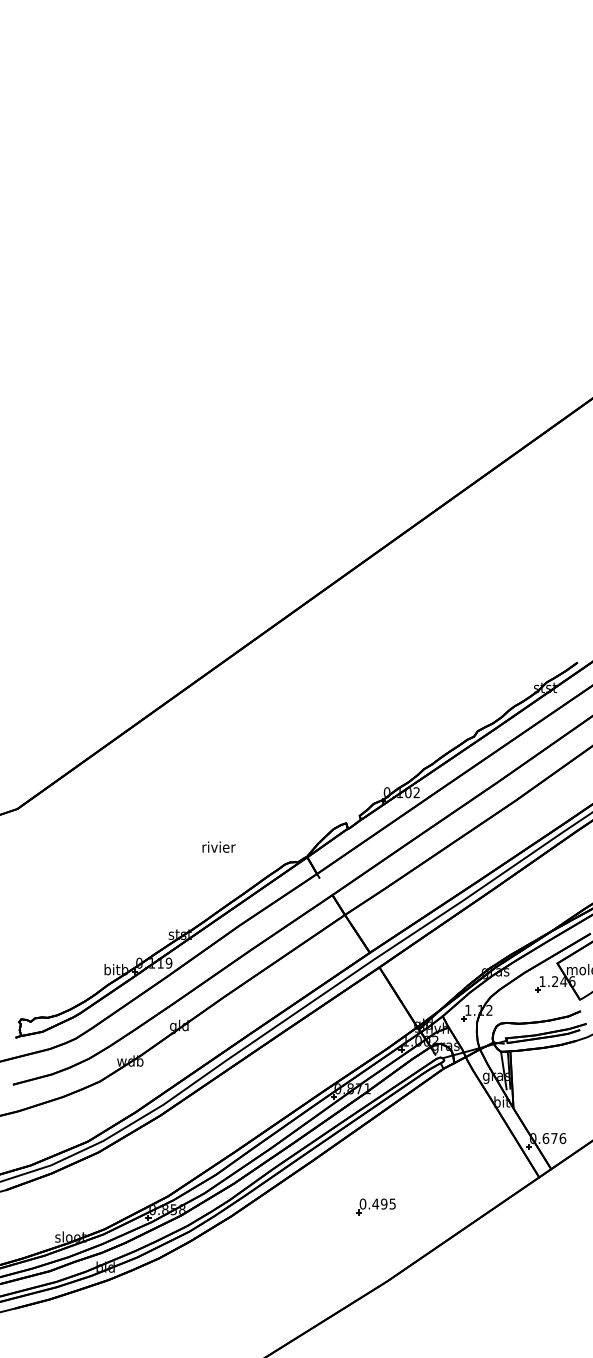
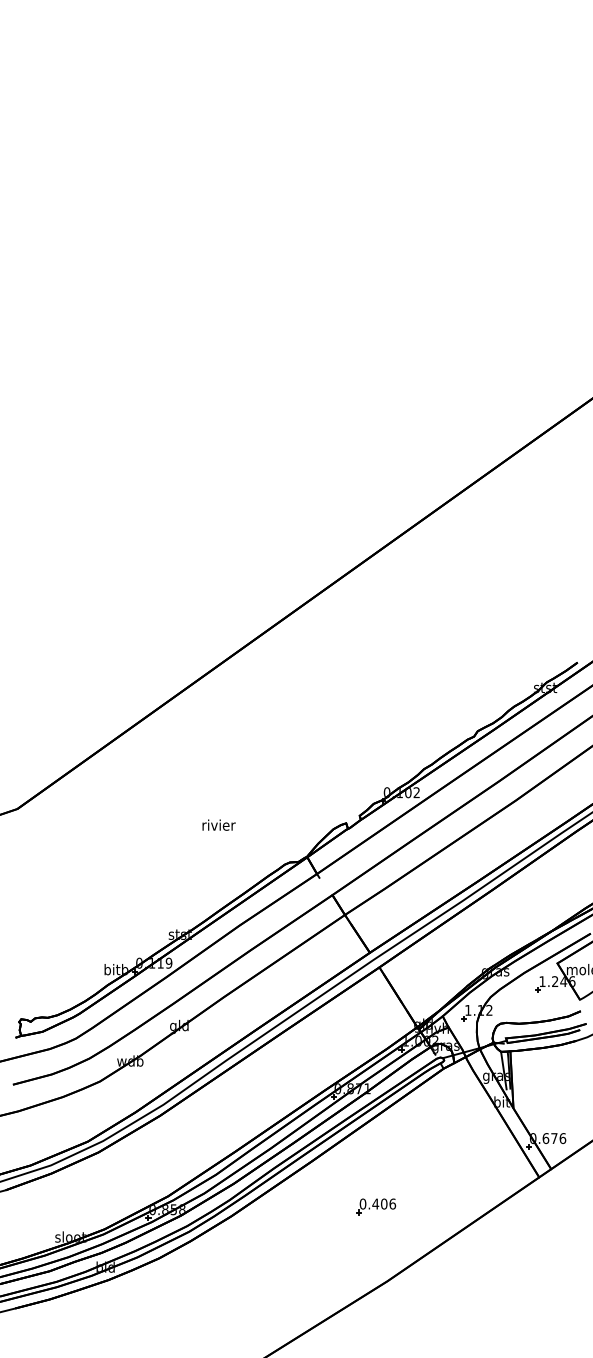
text at (218, 846) position: (218, 846) -> (218, 824)
text at (388, 1203): 0.495 -> 0.406
